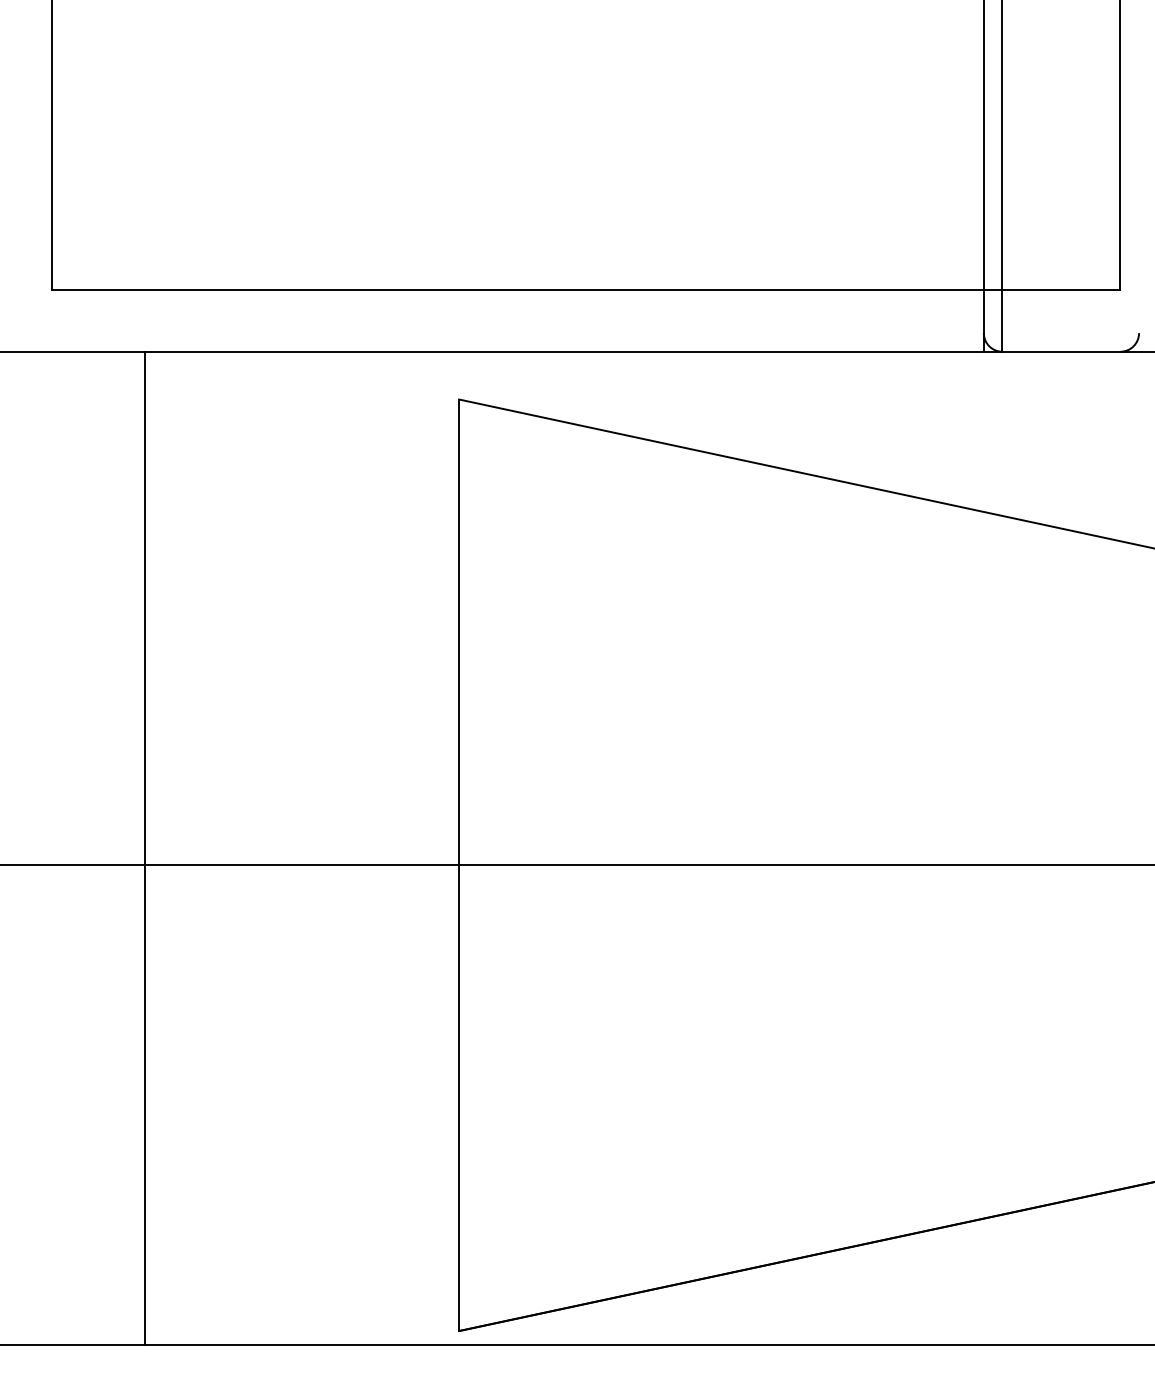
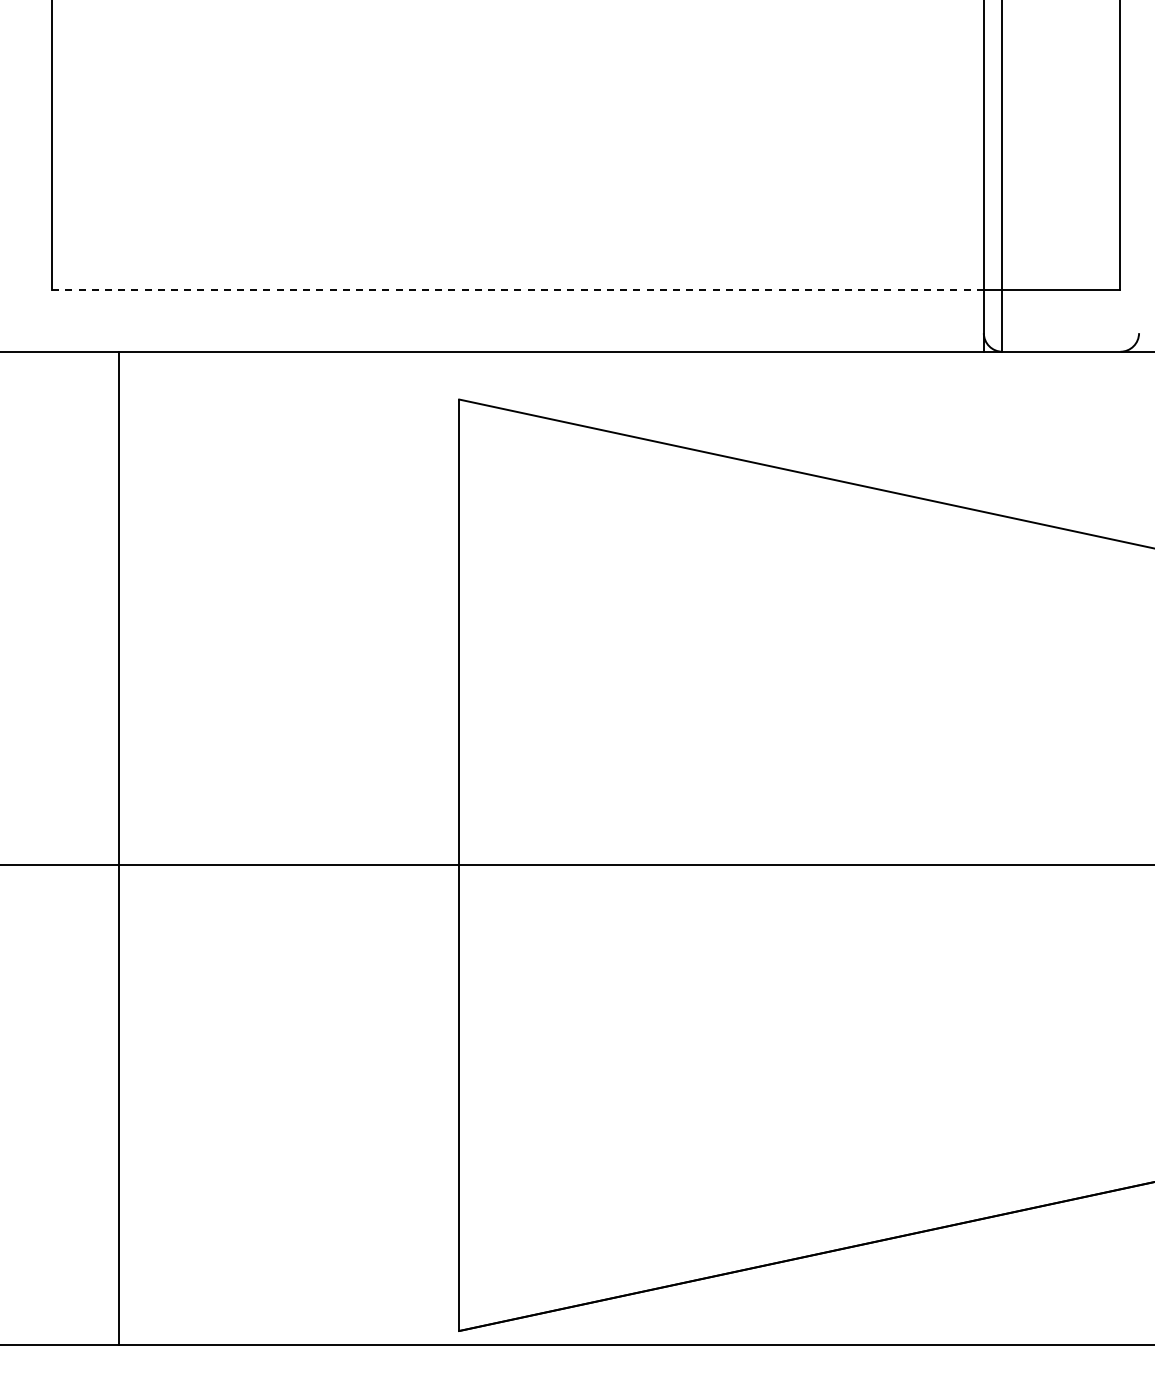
line at (518, 289): solid -> dashed
line at (145, 848) position: (145, 848) -> (119, 848)
